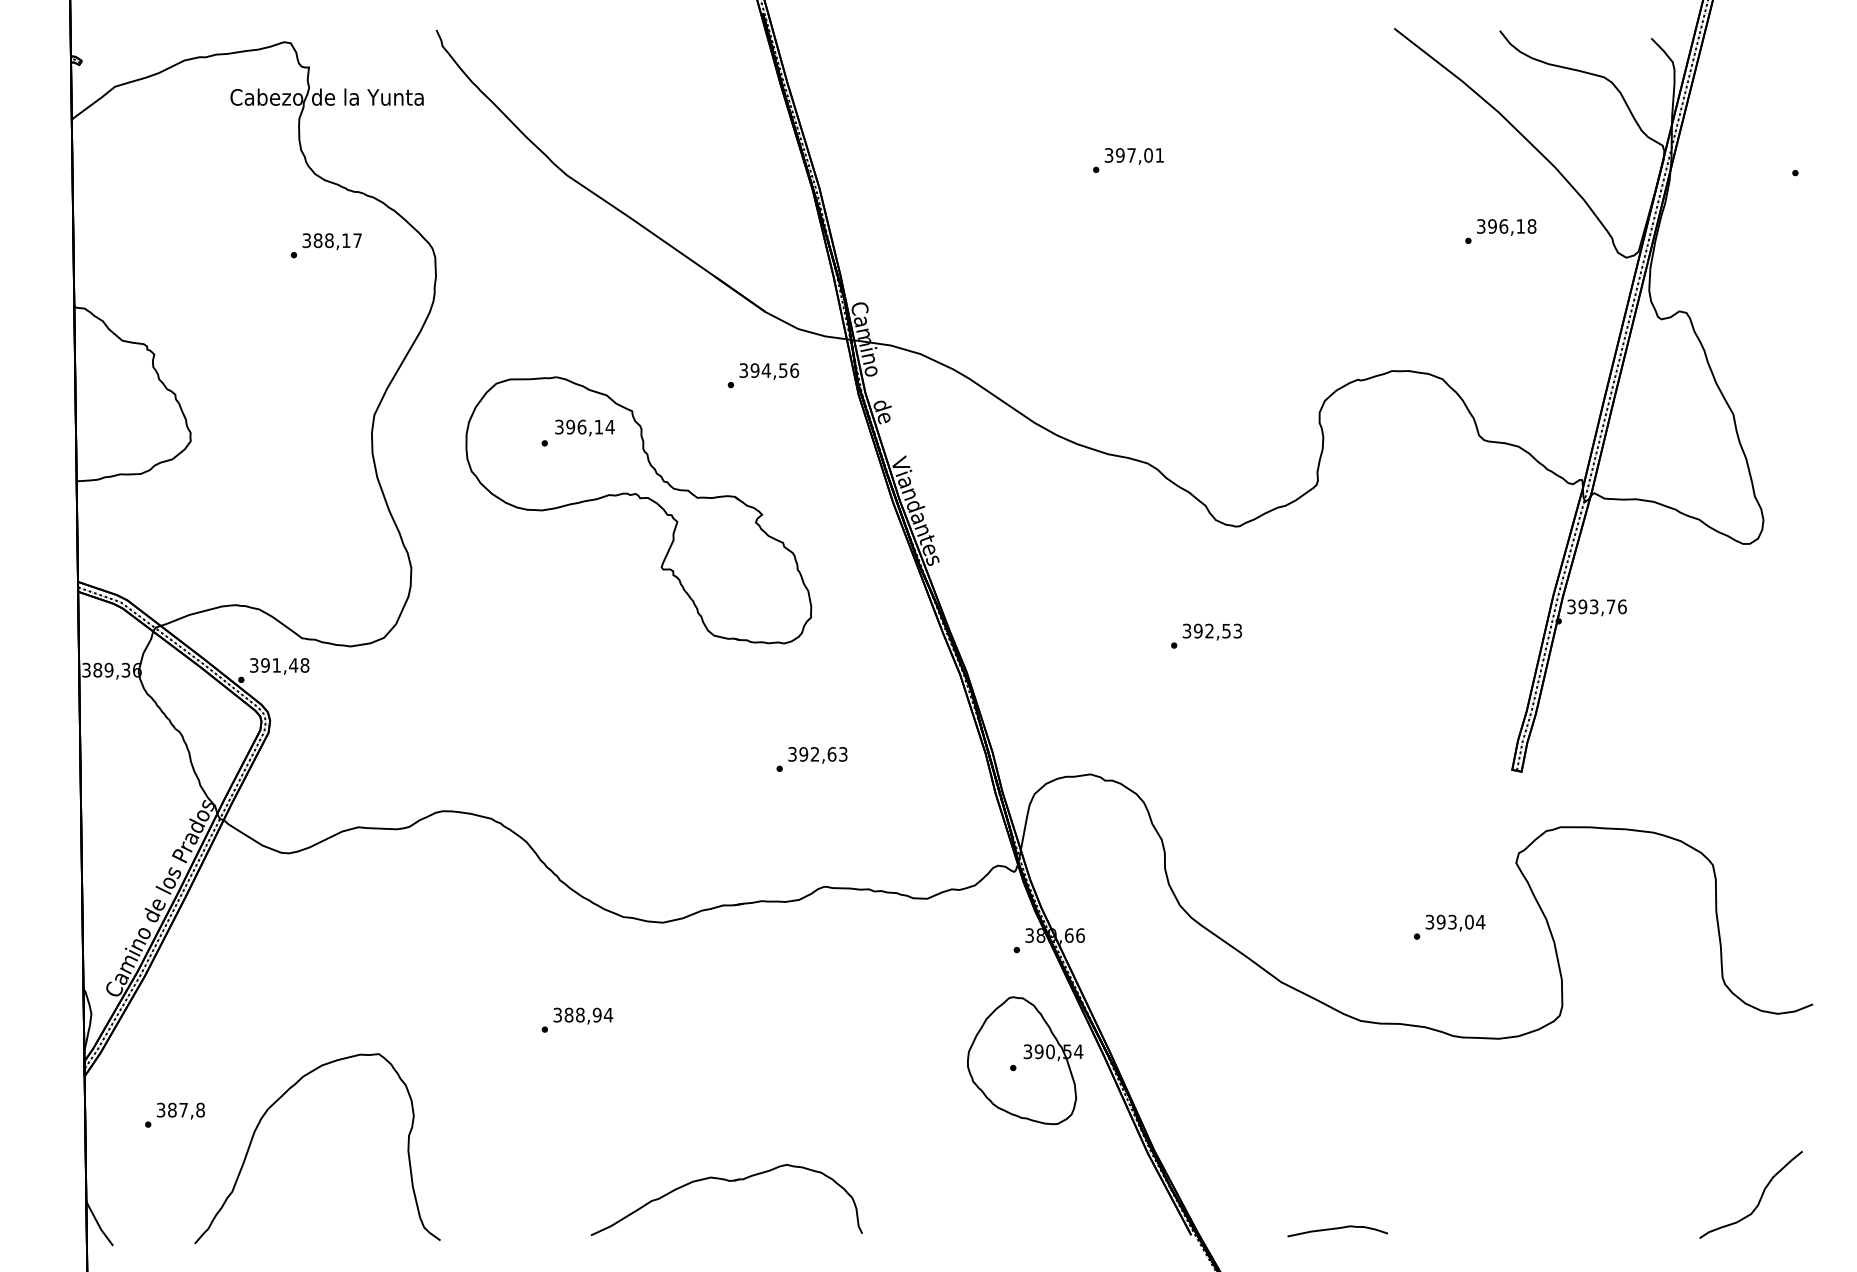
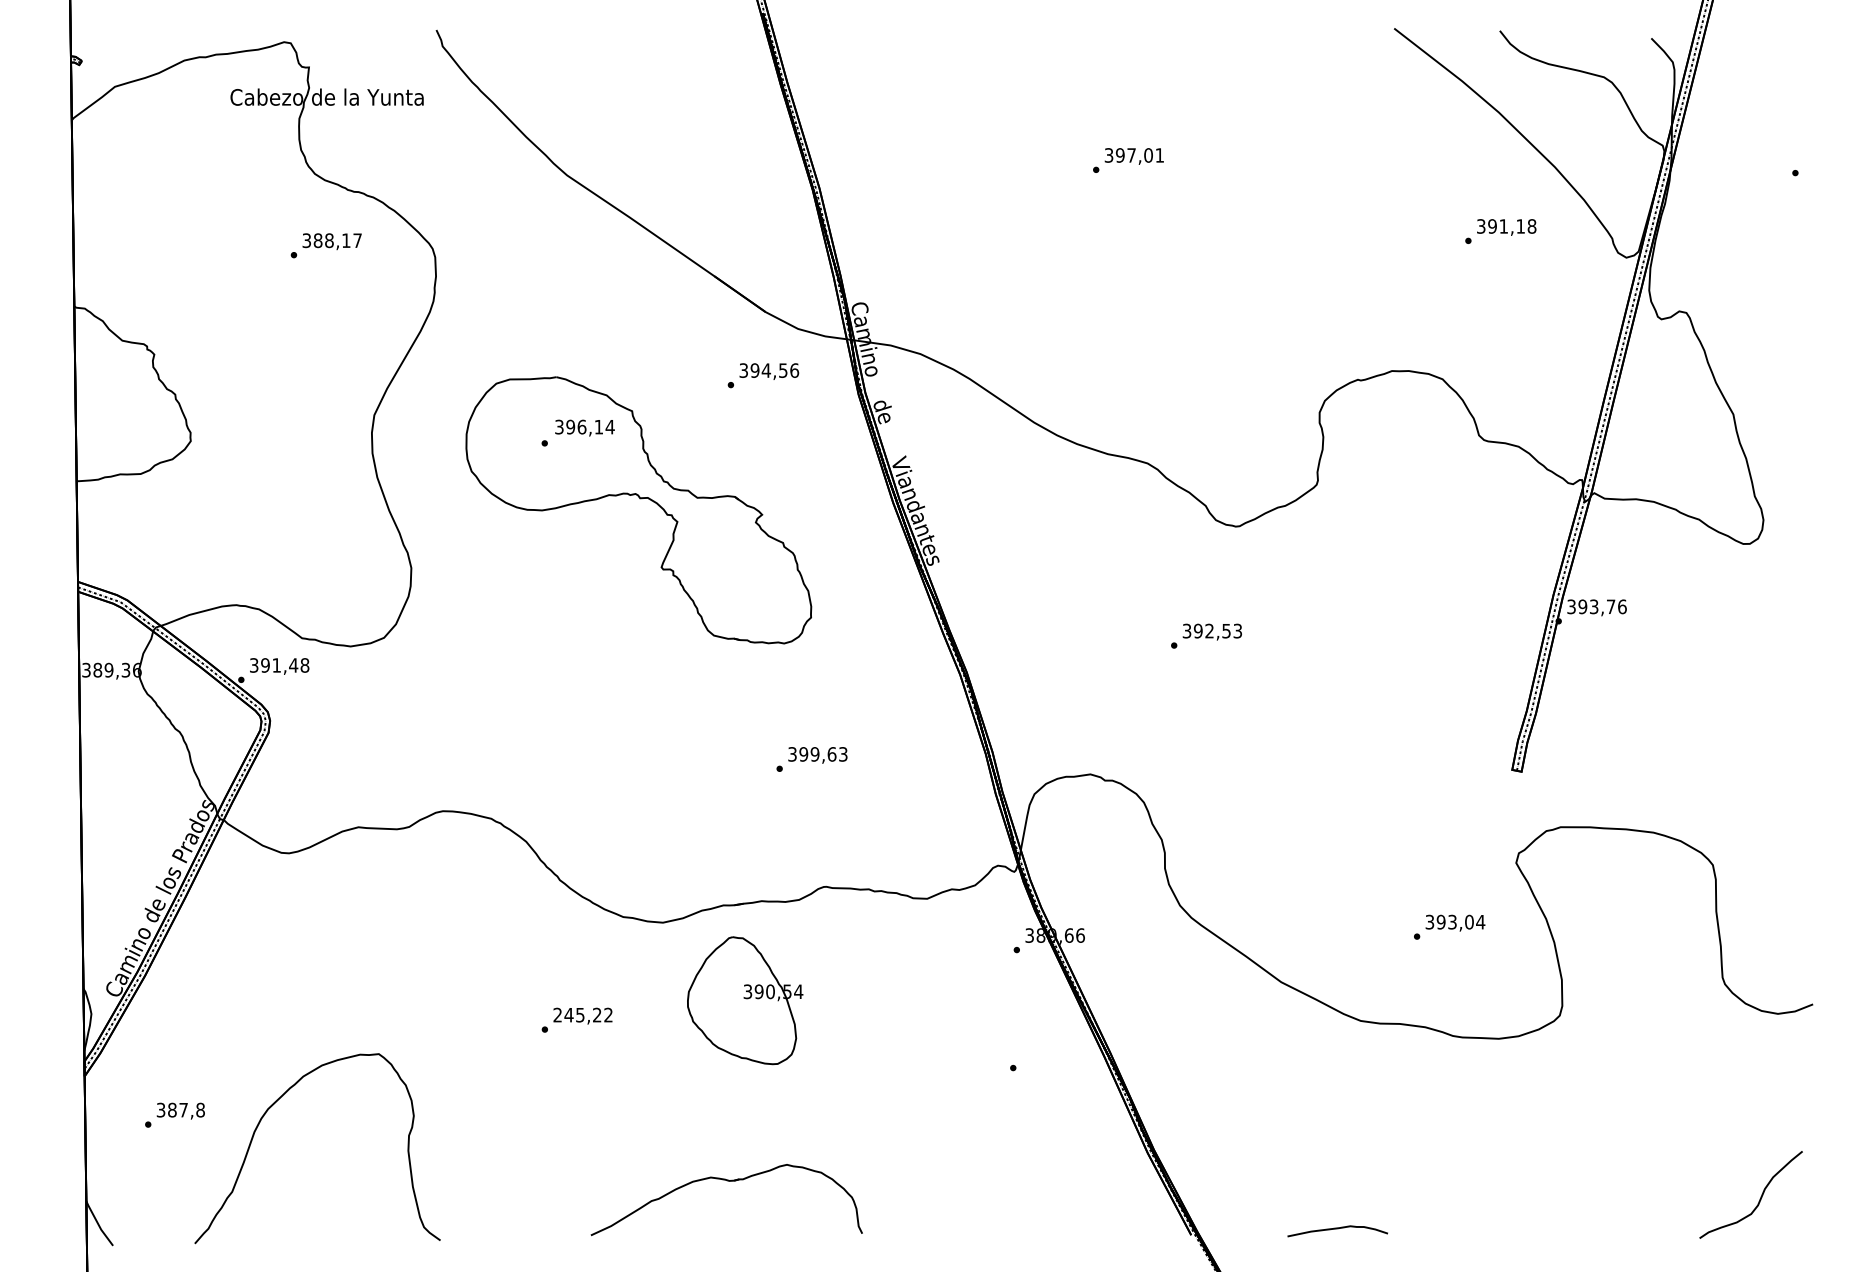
text at (1503, 226): 396,18 -> 391,18
text at (814, 754): 392,63 -> 399,63
text at (583, 1014): 388,94 -> 245,22
part at (1025, 1060) position: (1025, 1060) -> (745, 1000)
